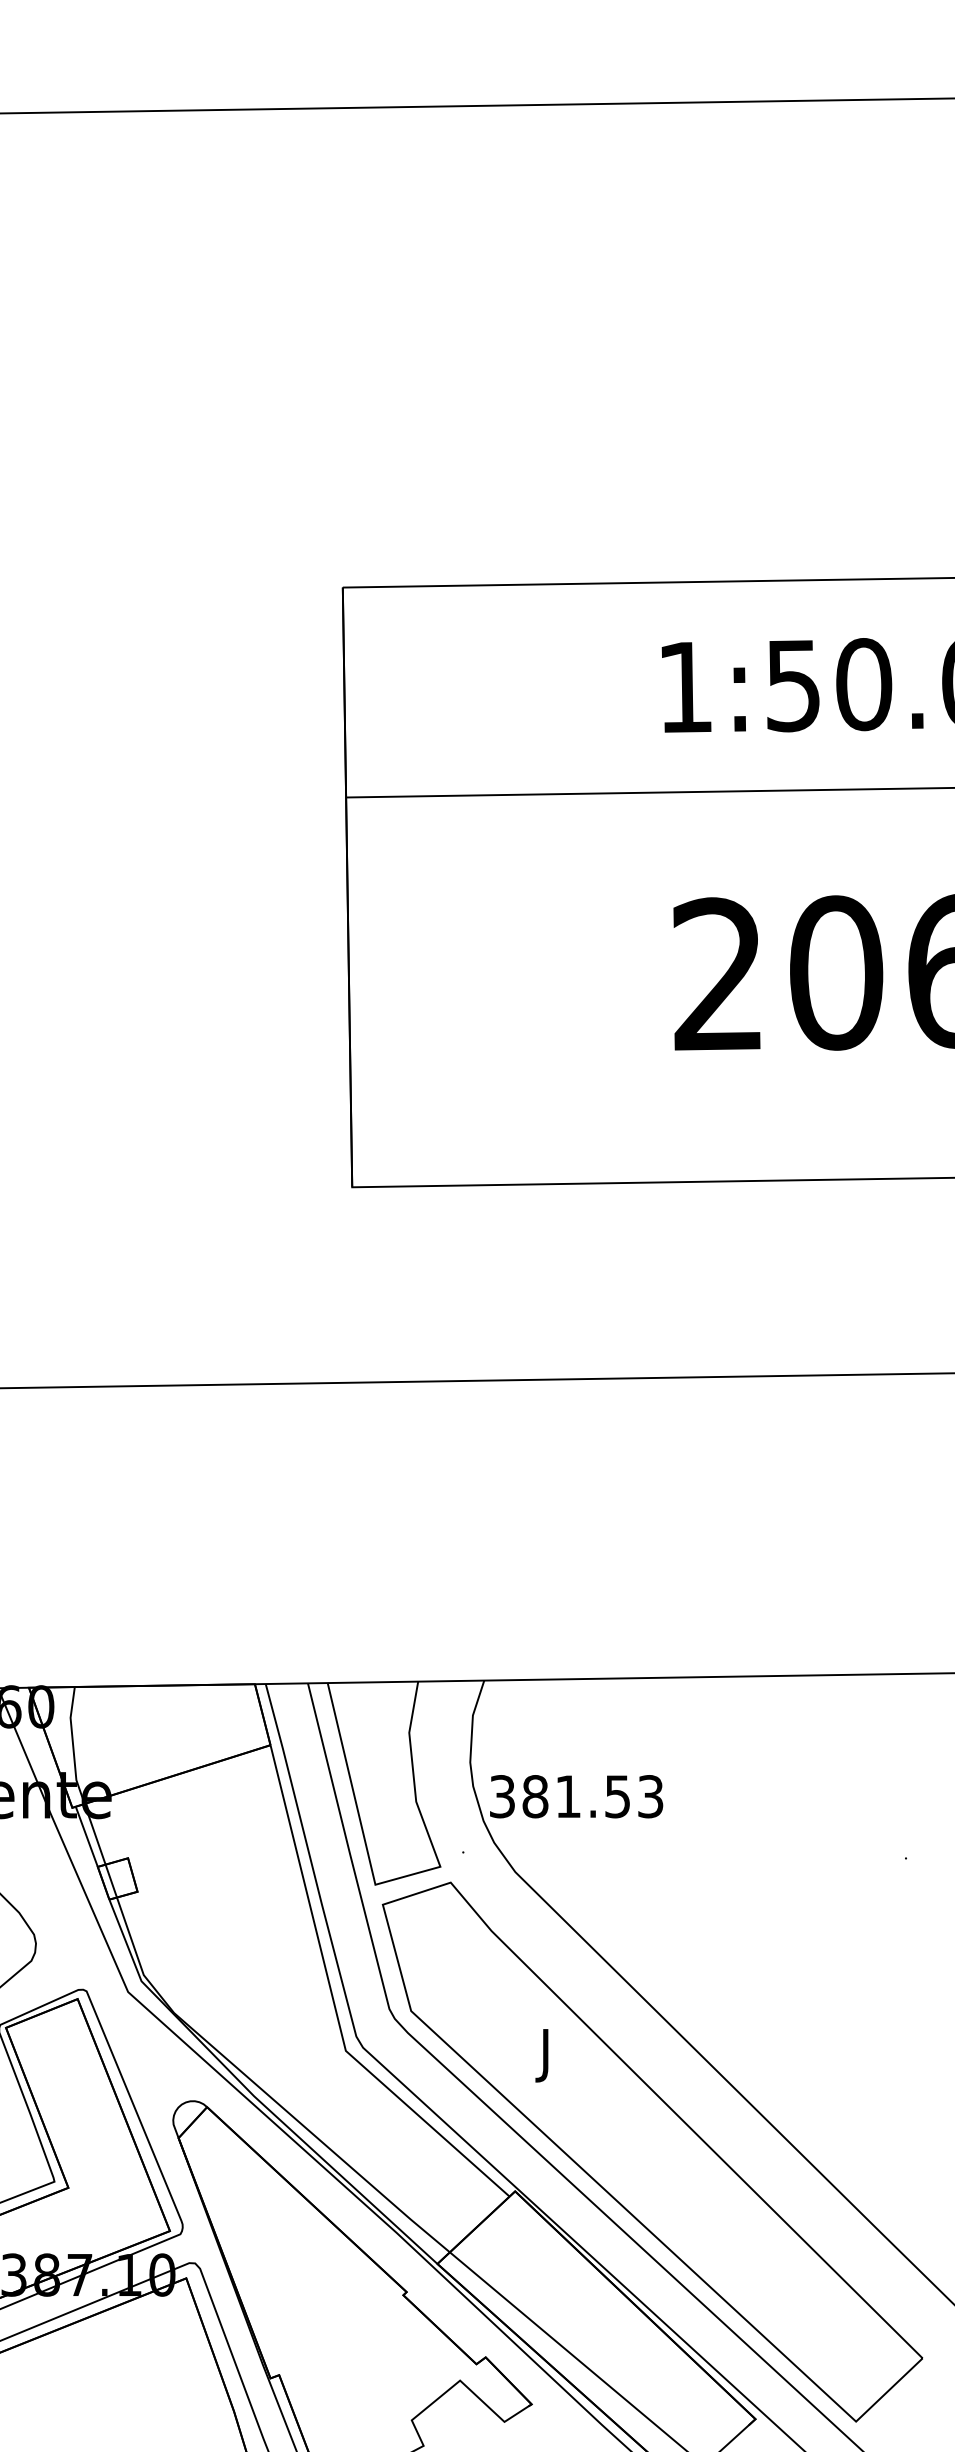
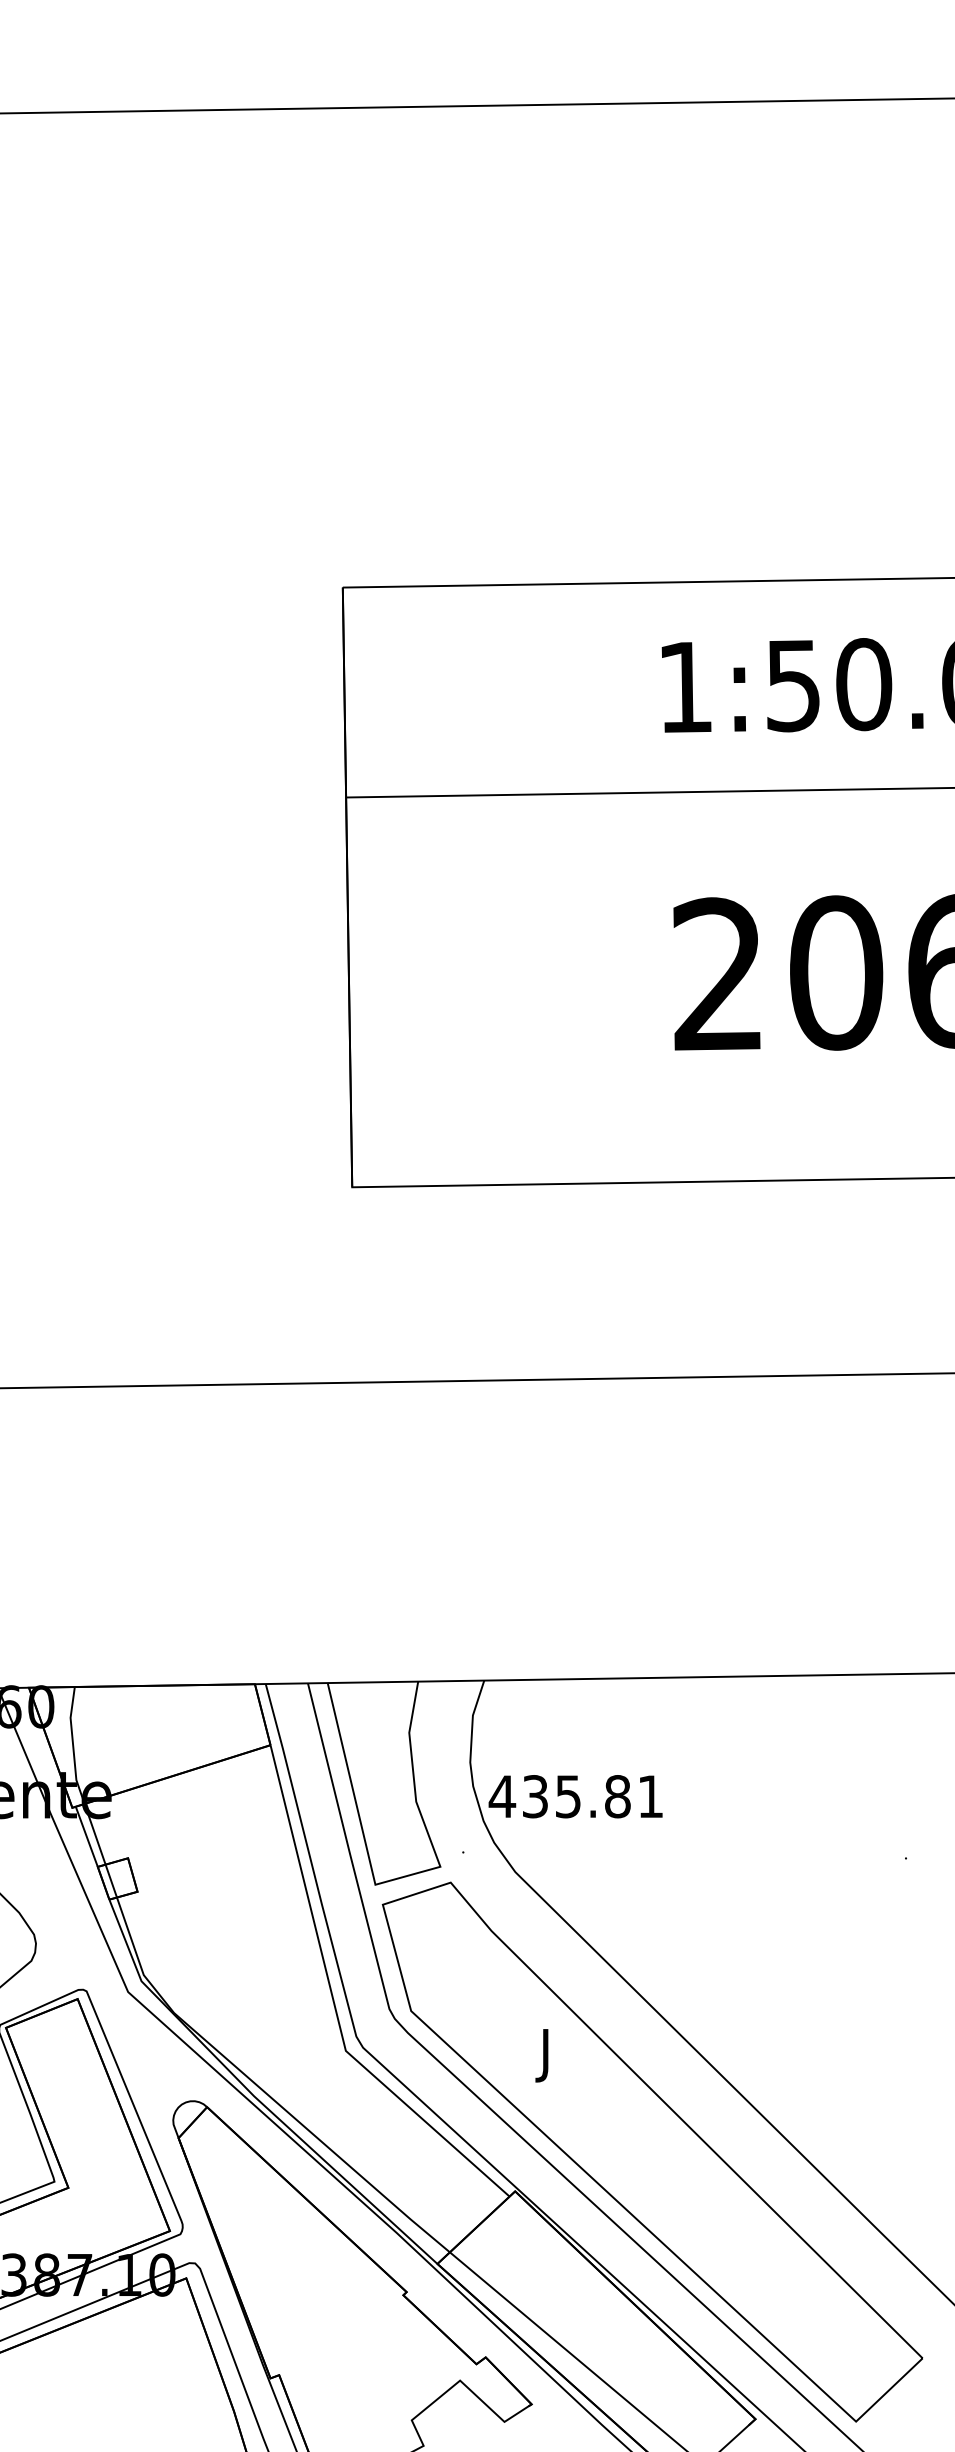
text at (575, 1796): 381.53 -> 435.81
